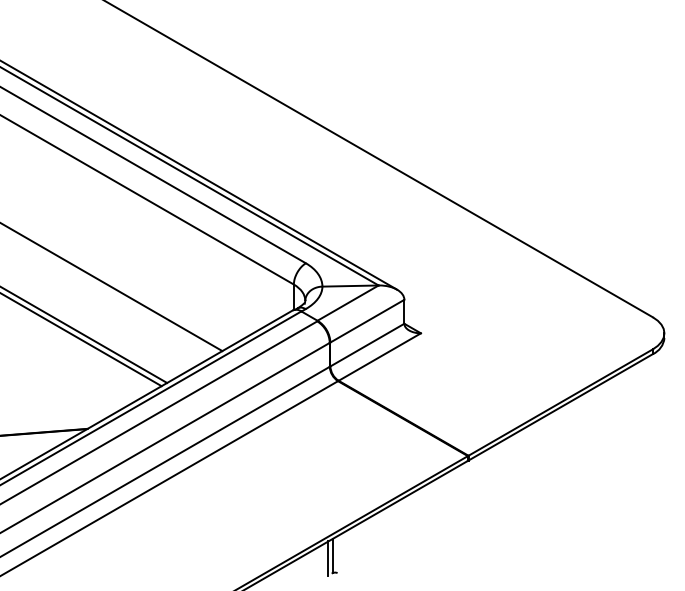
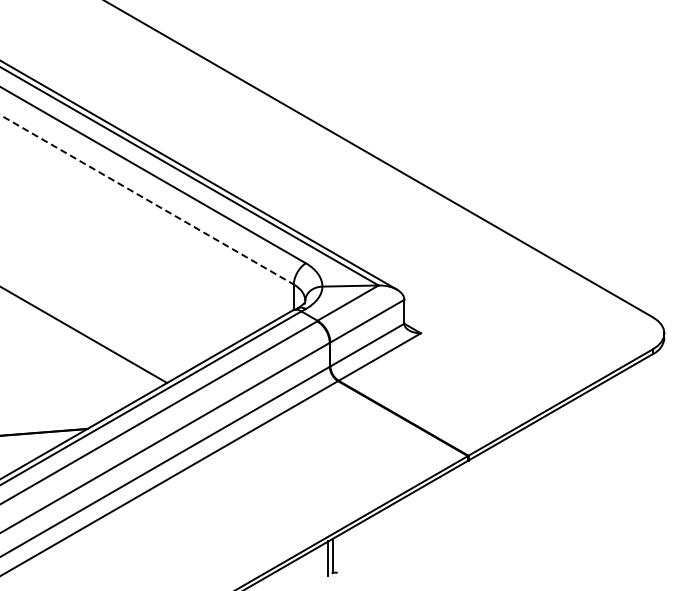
line at (147, 200): solid -> dashed
line at (112, 287): present -> none
line at (81, 340): present -> none
